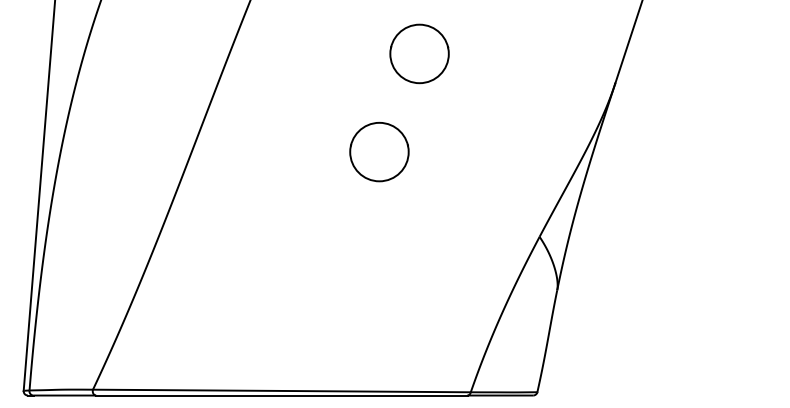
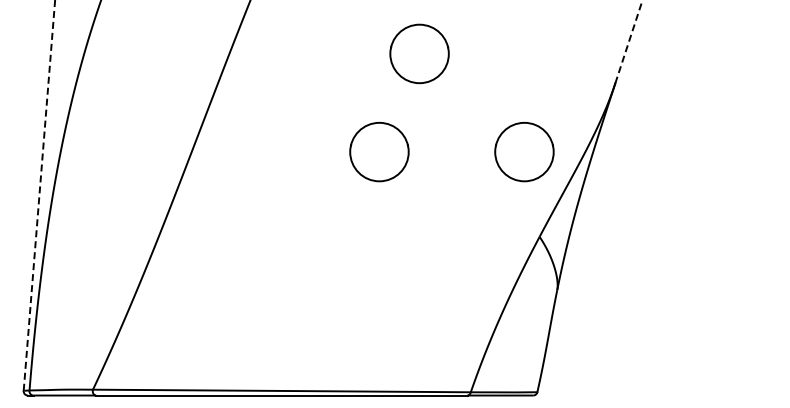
line at (629, 41): solid -> dashed
circle at (524, 152): none -> present
line at (39, 195): solid -> dashed
